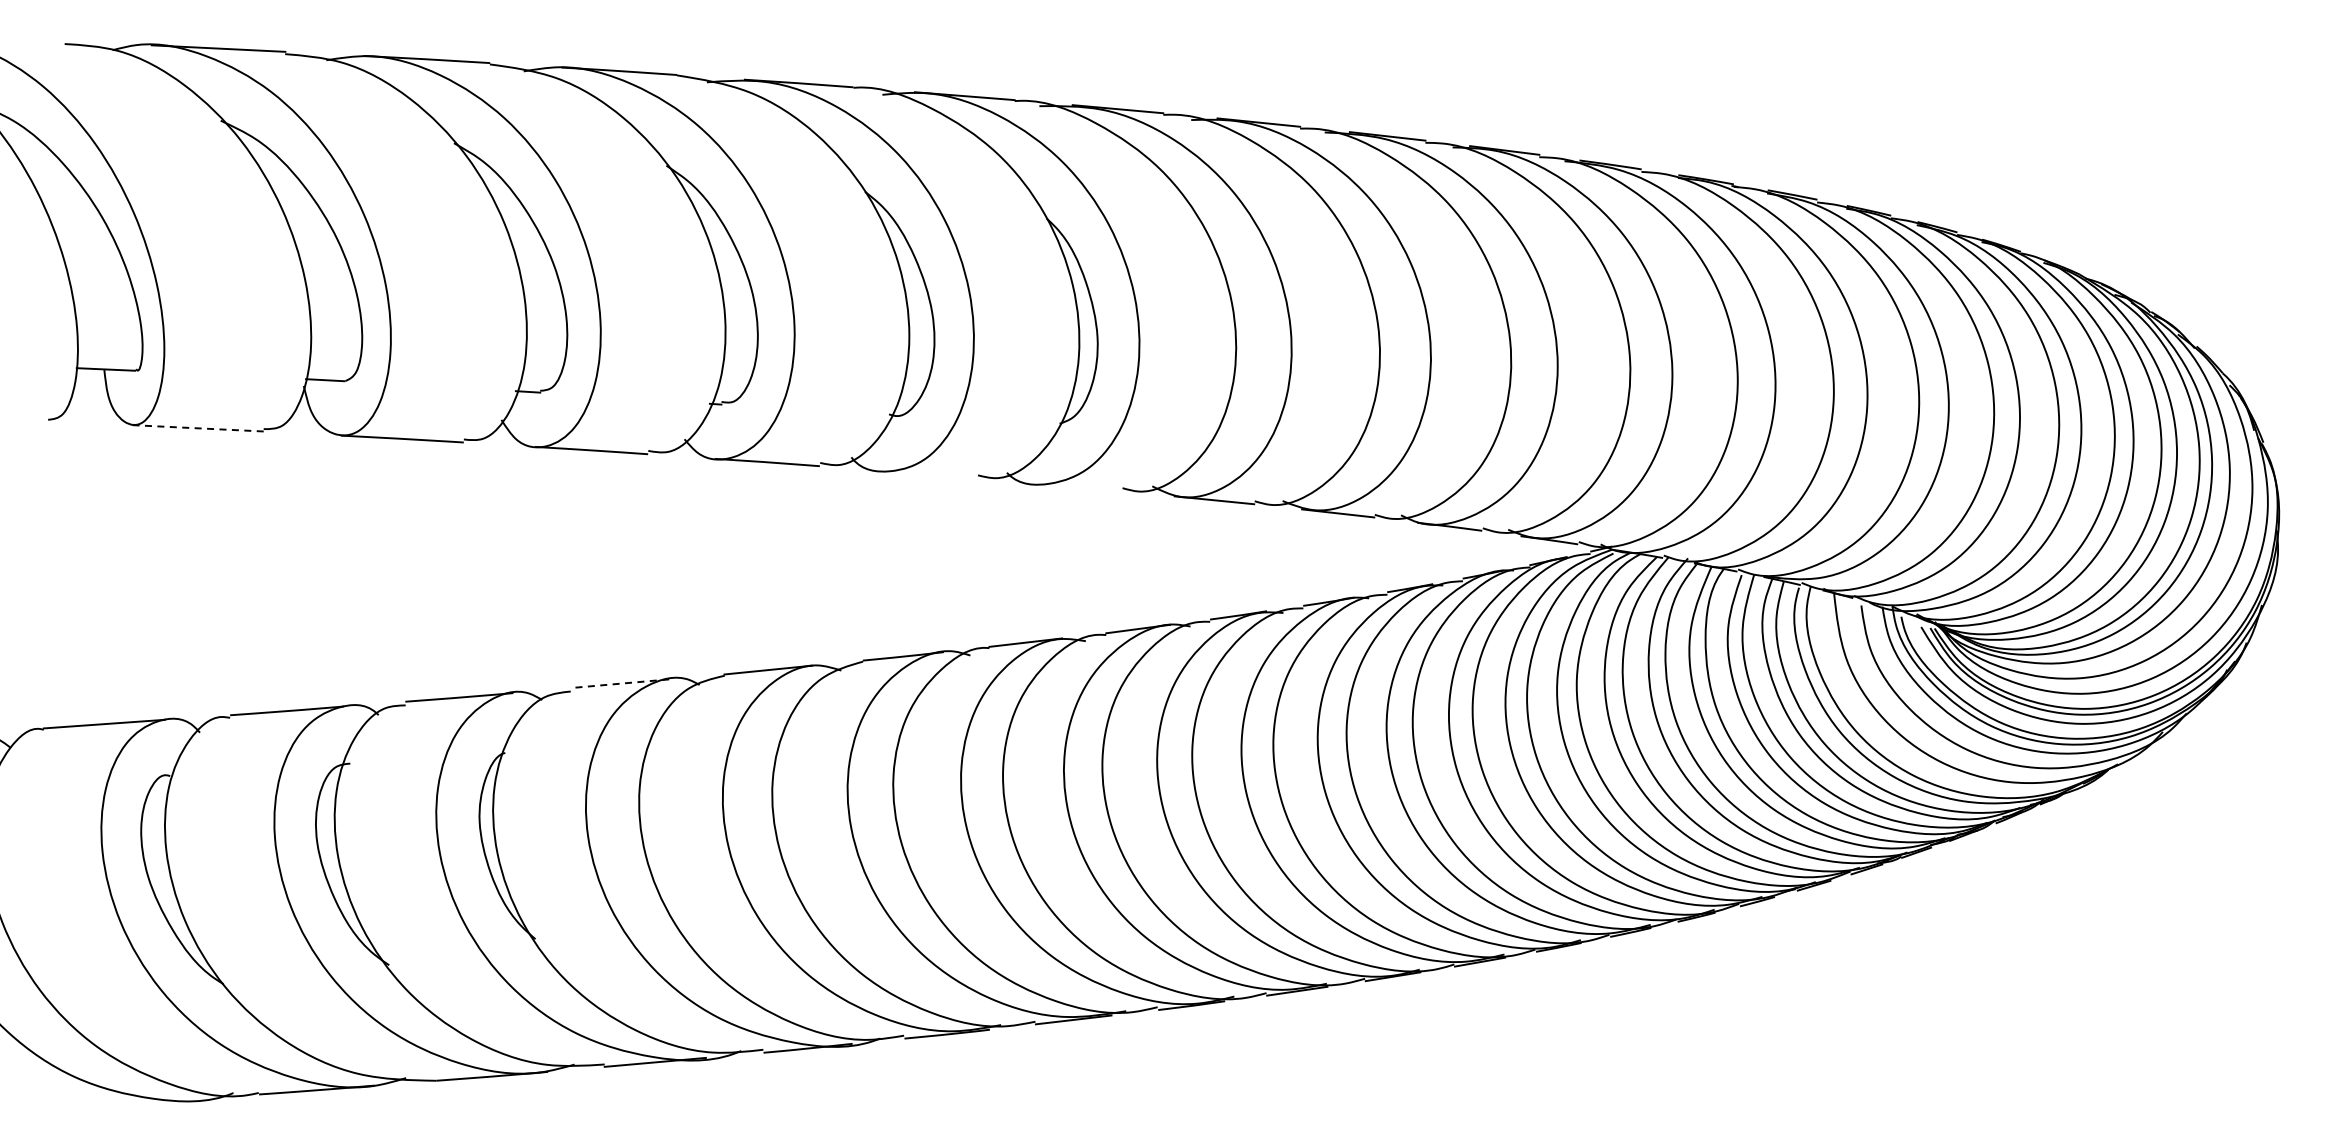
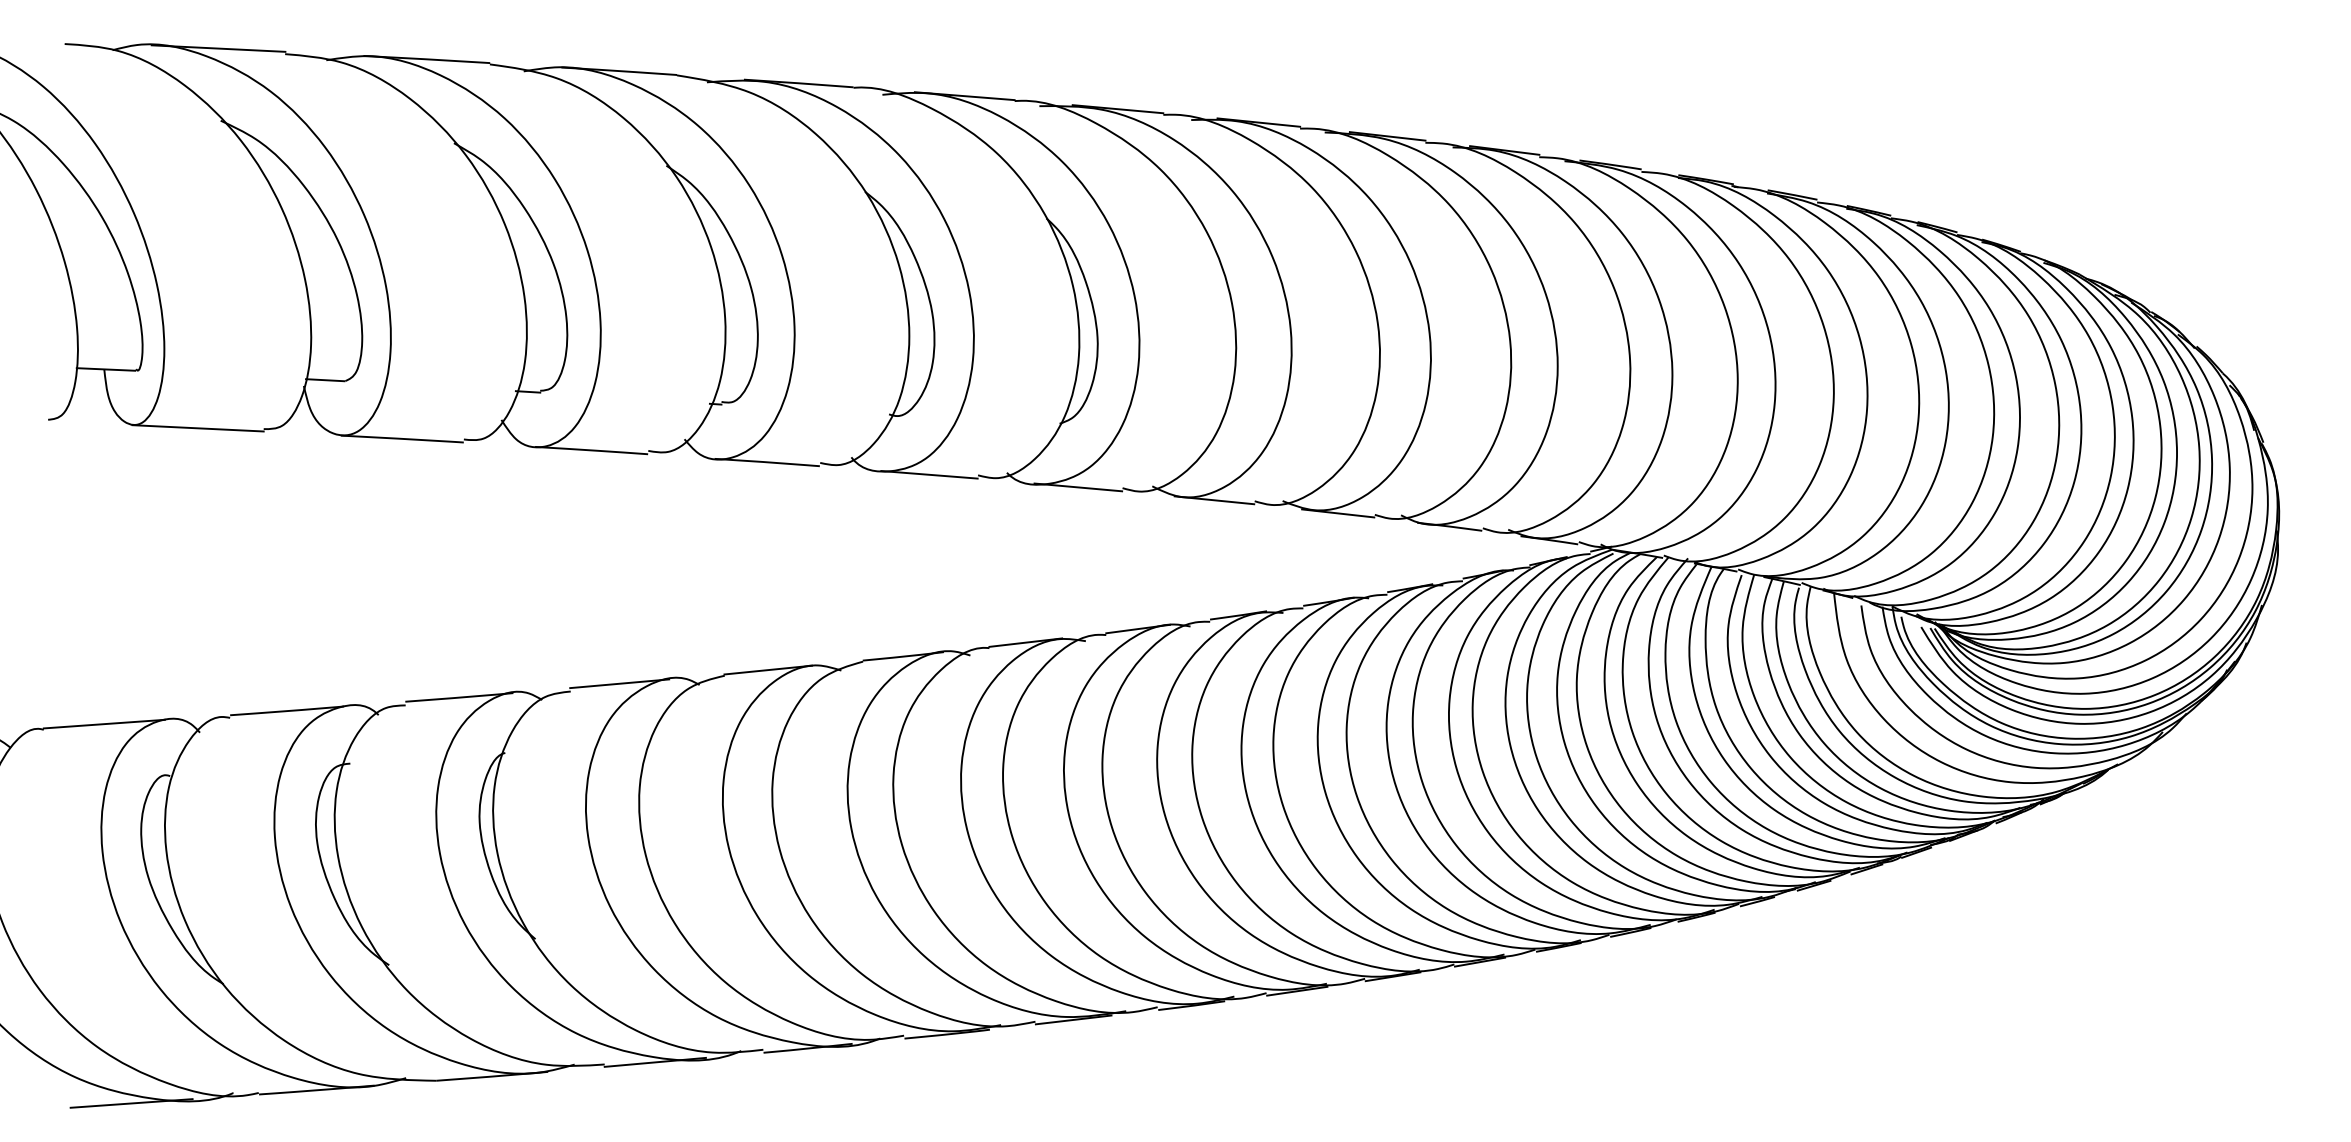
line at (198, 428): dashed -> solid
line at (929, 474): none -> present
line at (1078, 487): none -> present
line at (619, 683): dashed -> solid
line at (131, 1103): none -> present
